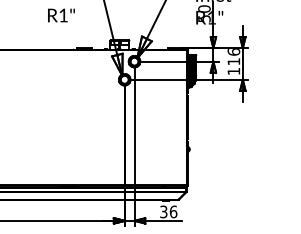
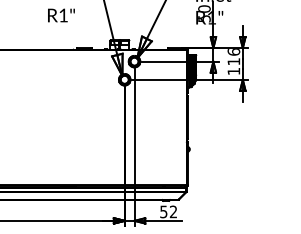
text at (168, 211): 36 -> 52
